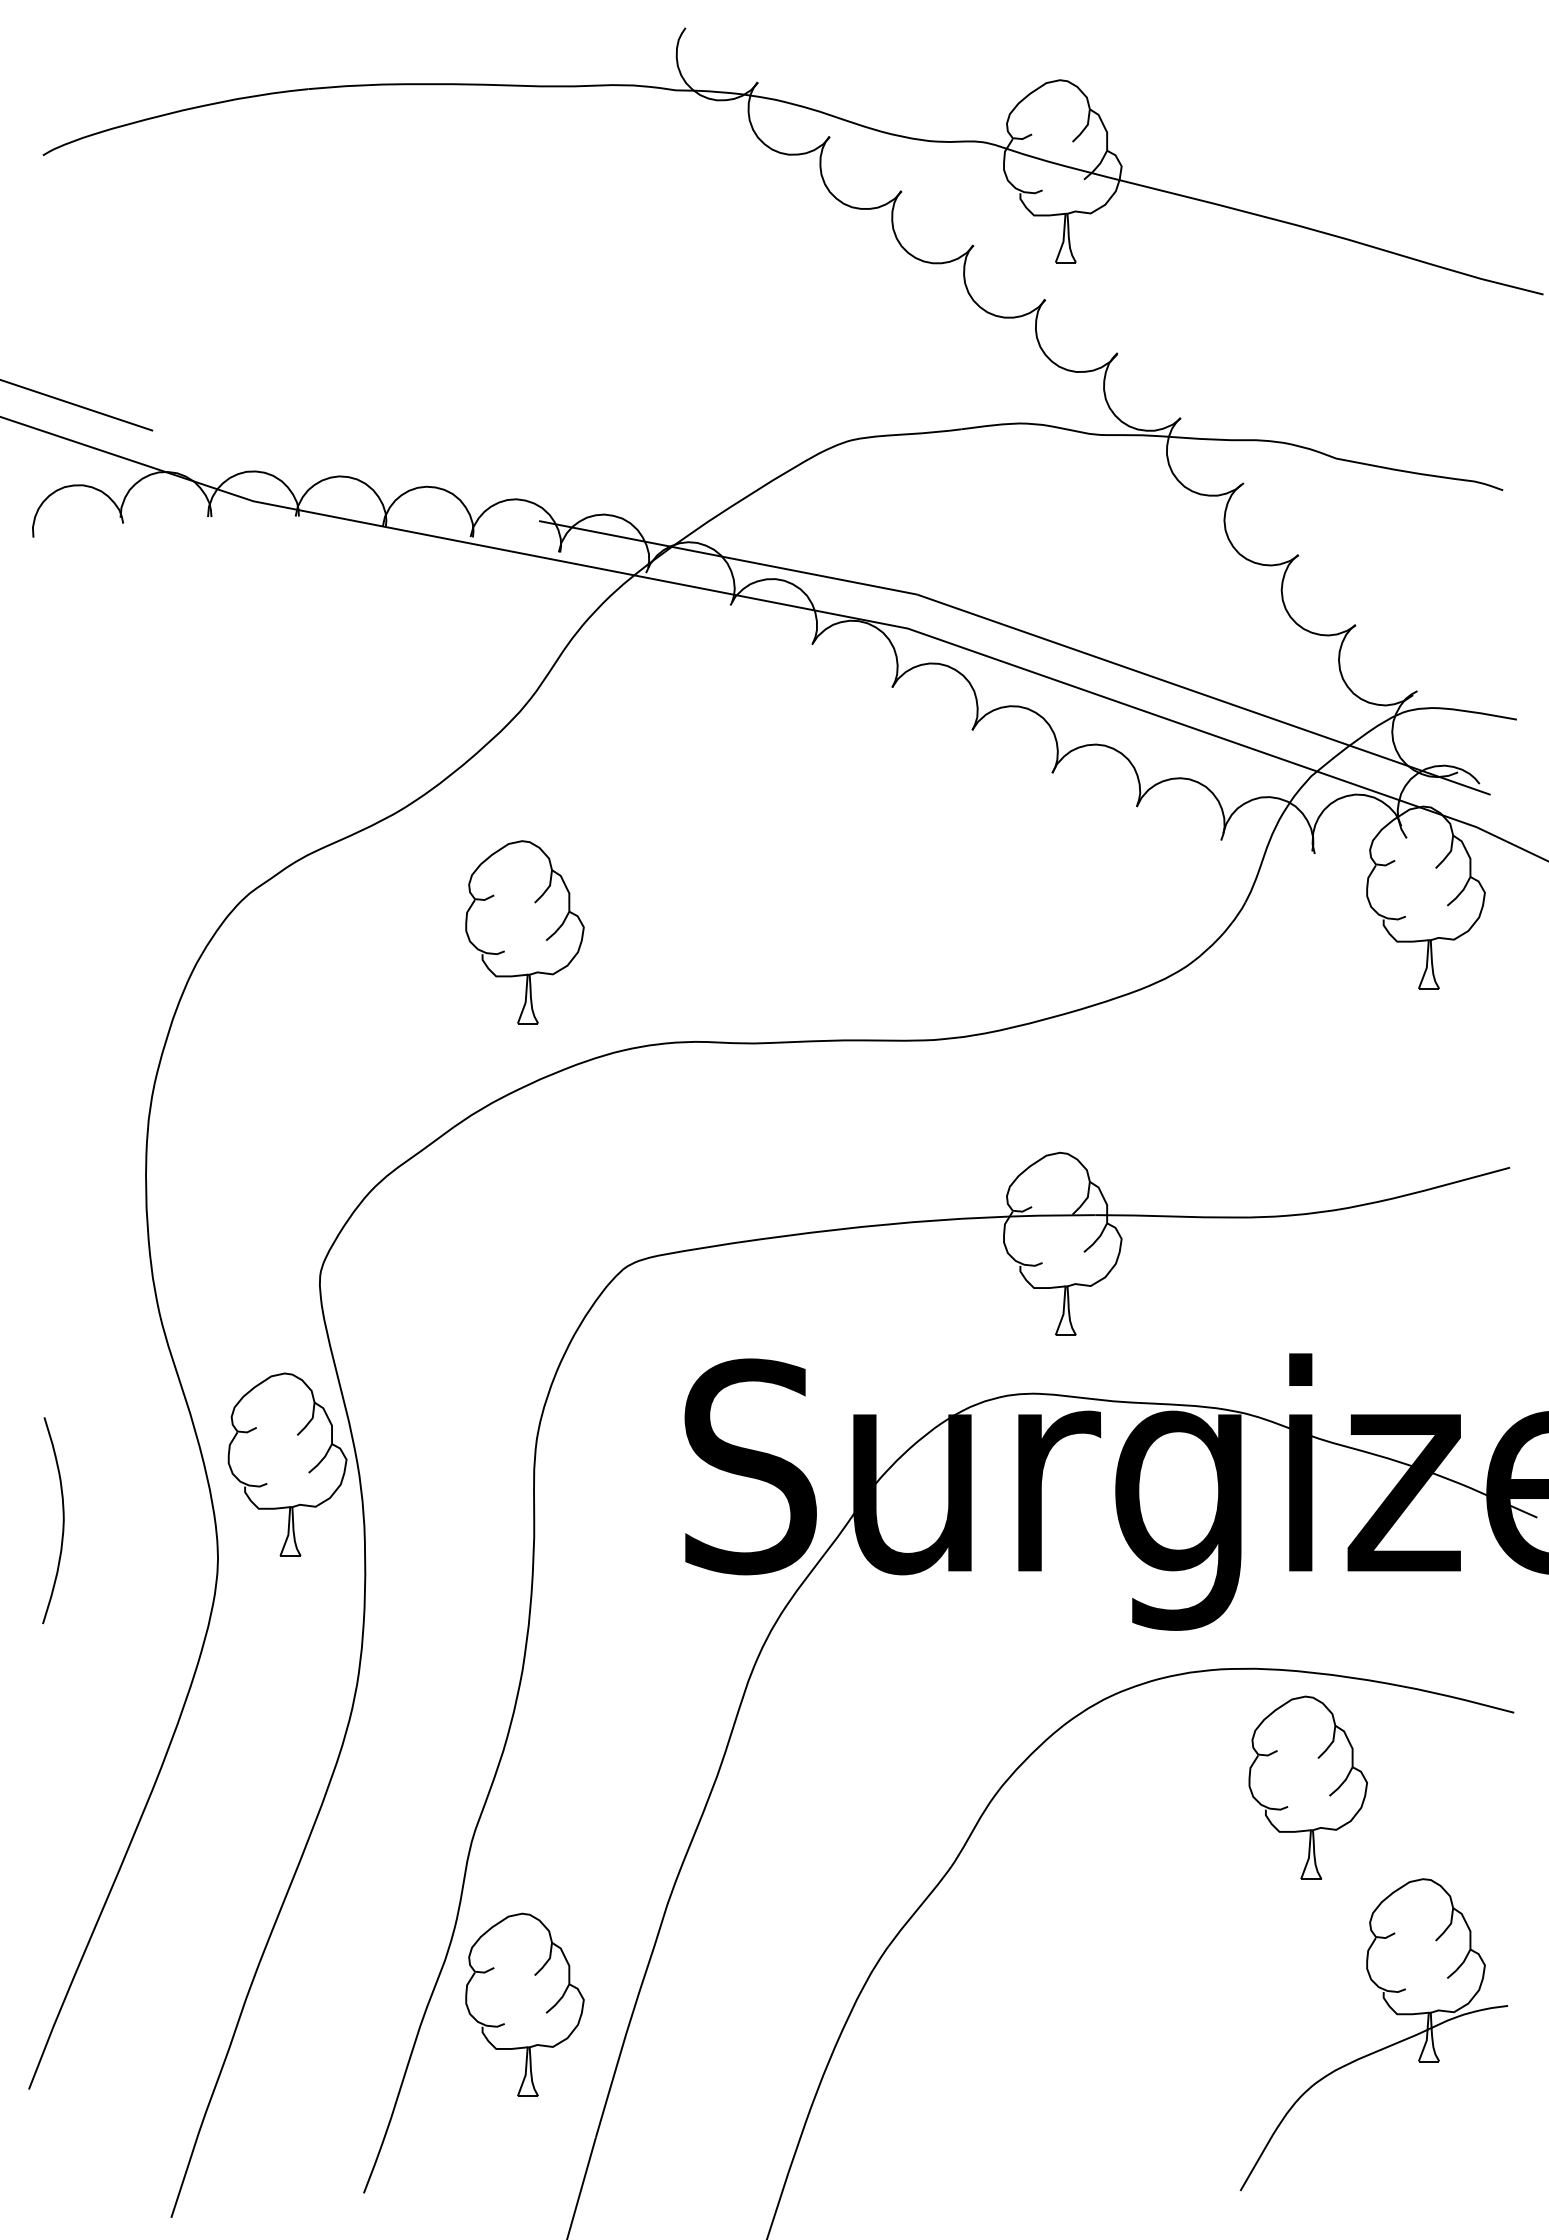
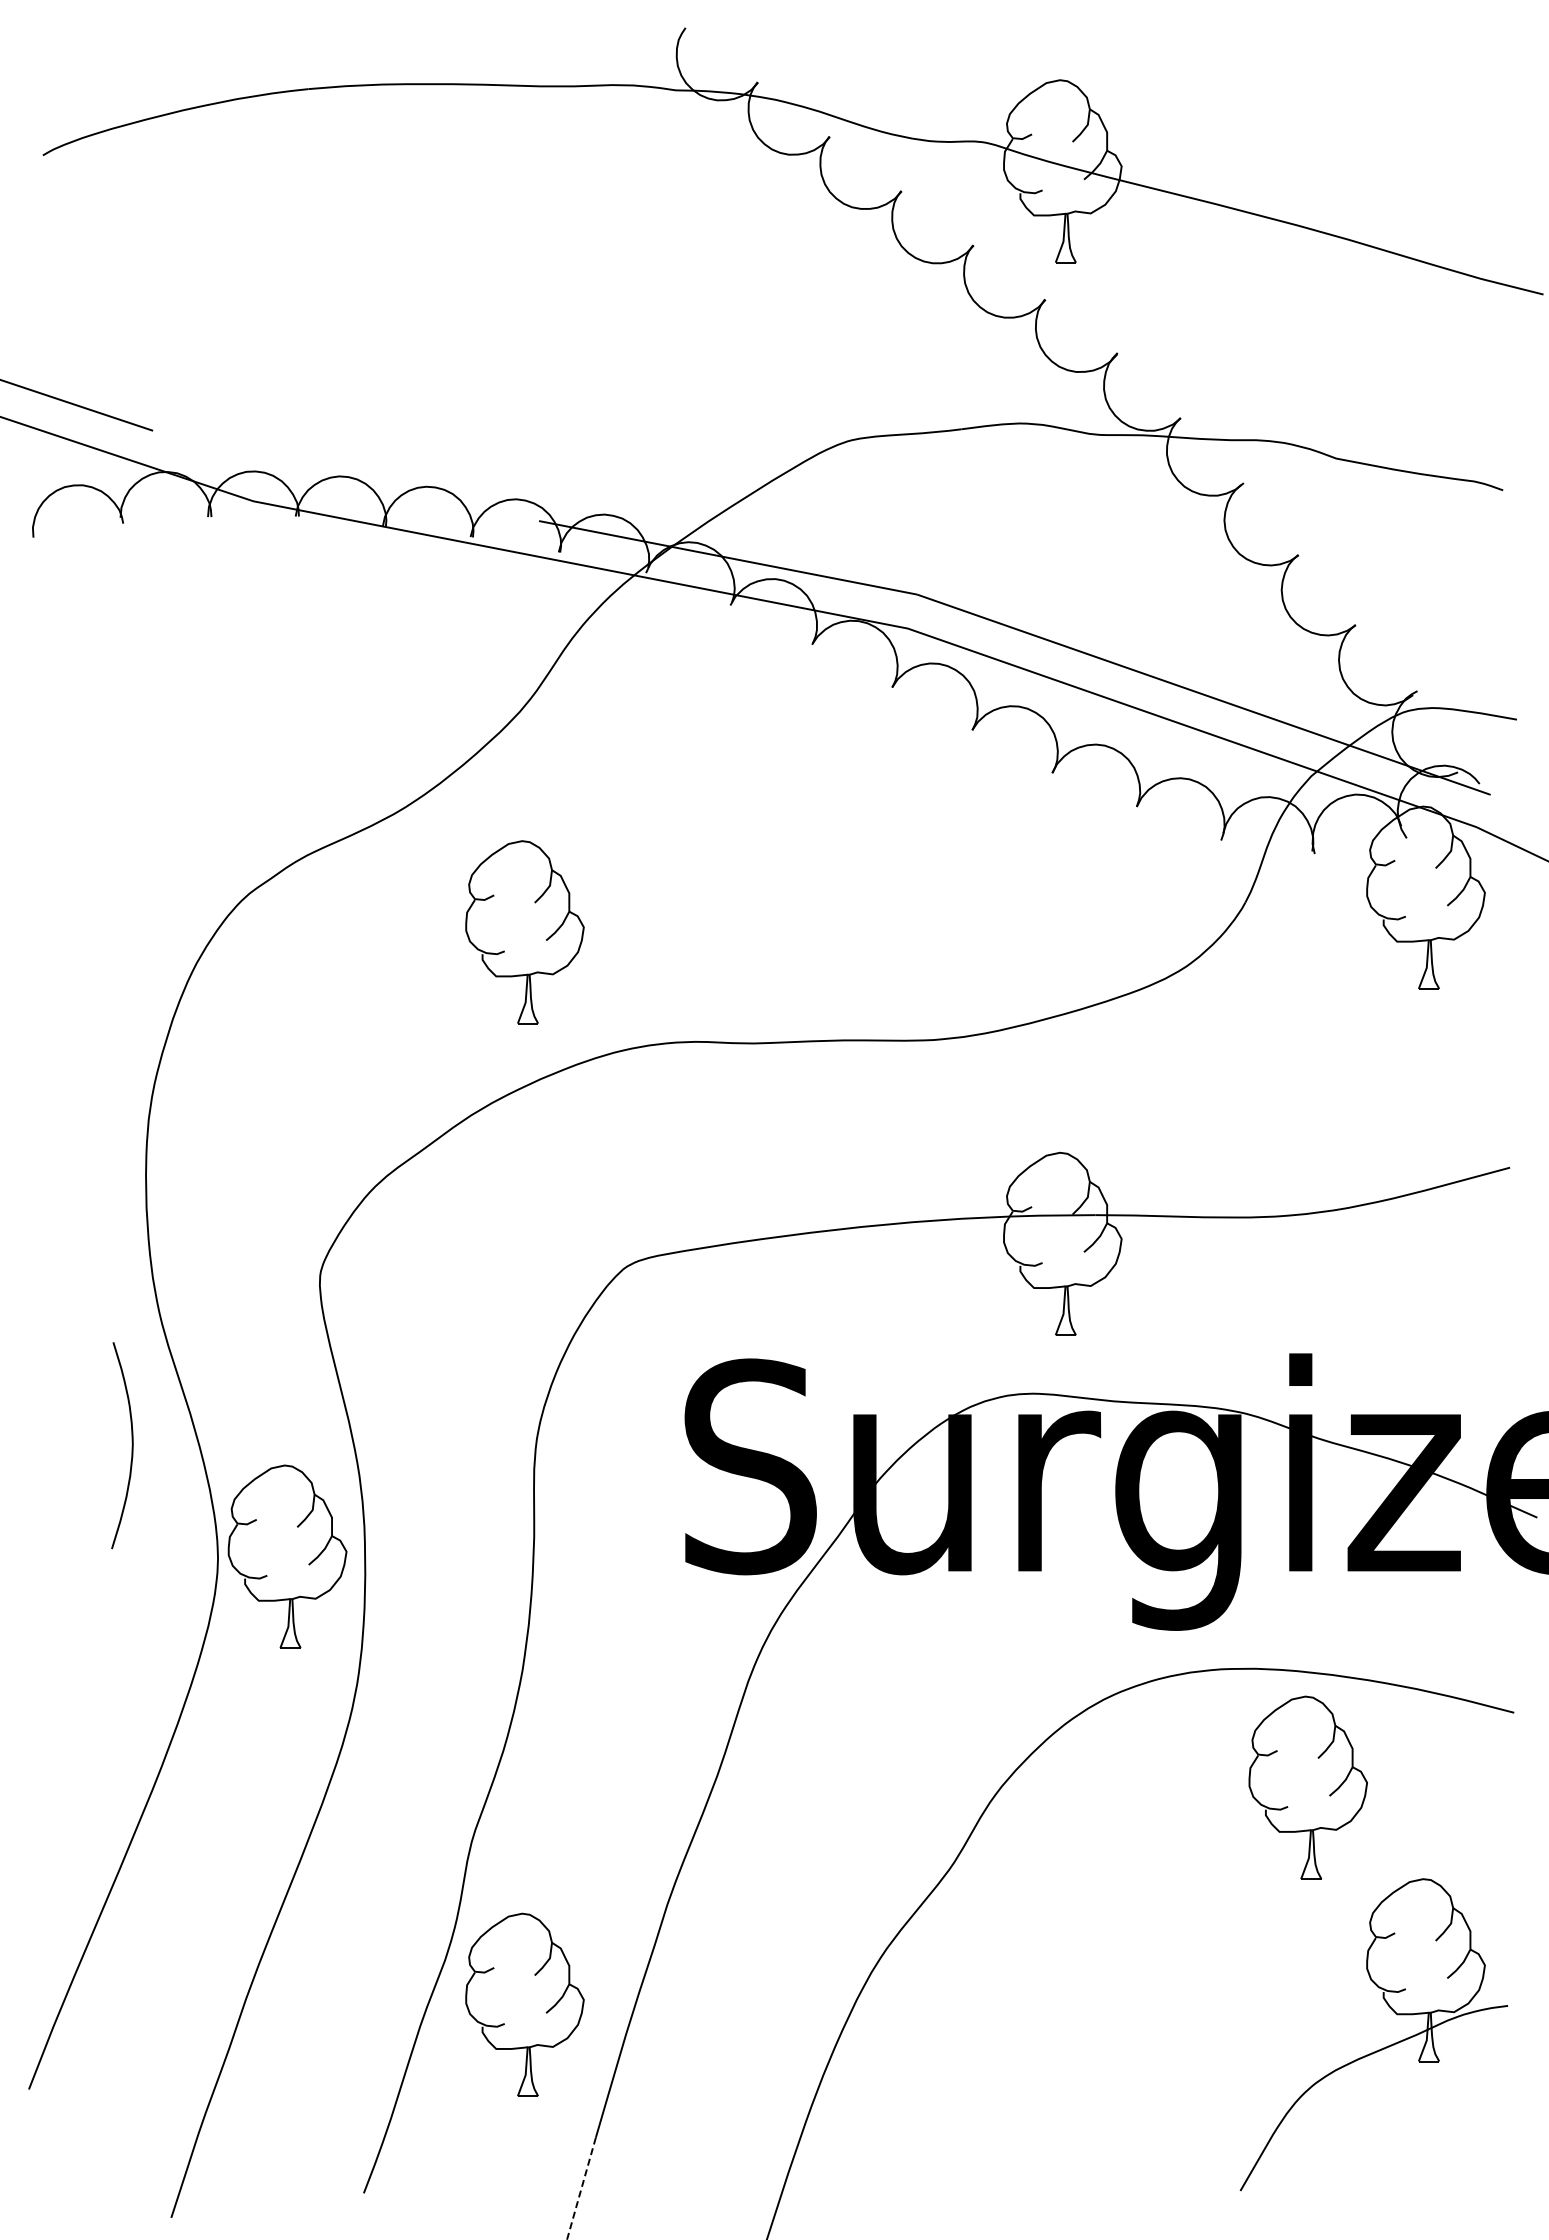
part at (287, 1464) position: (287, 1464) -> (287, 1556)
curve at (62, 1520) position: (62, 1520) -> (131, 1445)
line at (581, 2188): solid -> dashed
